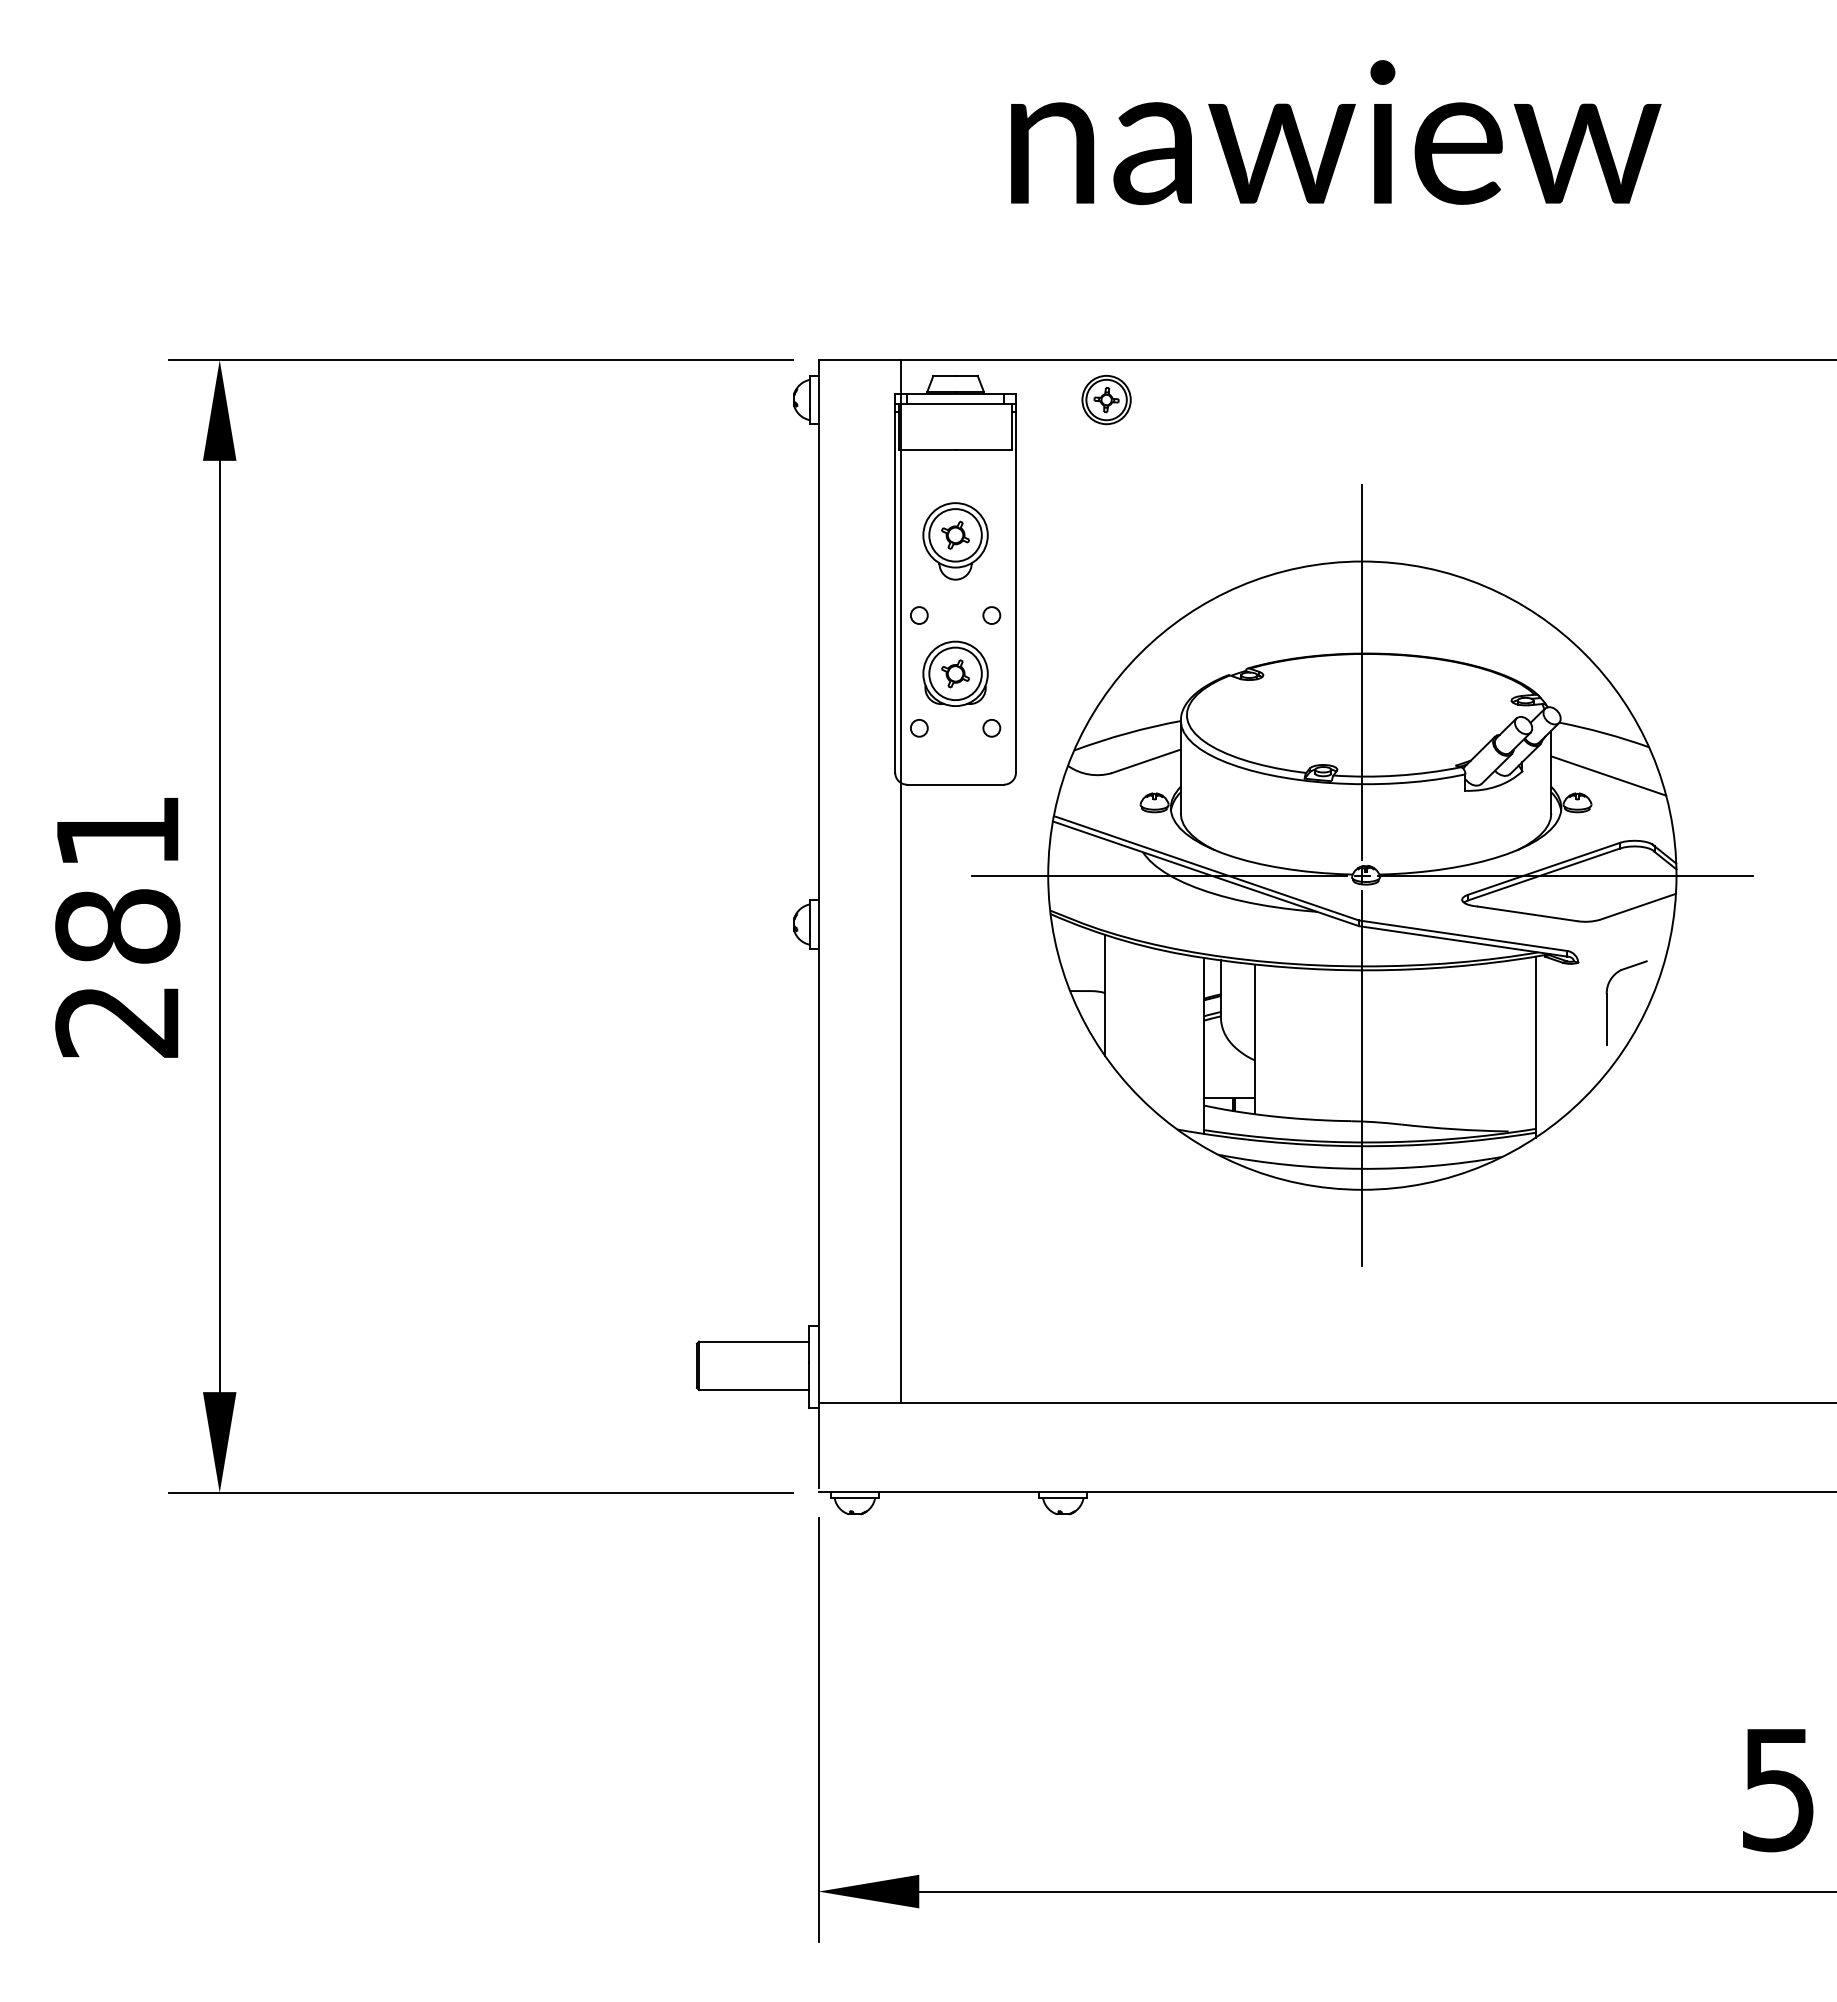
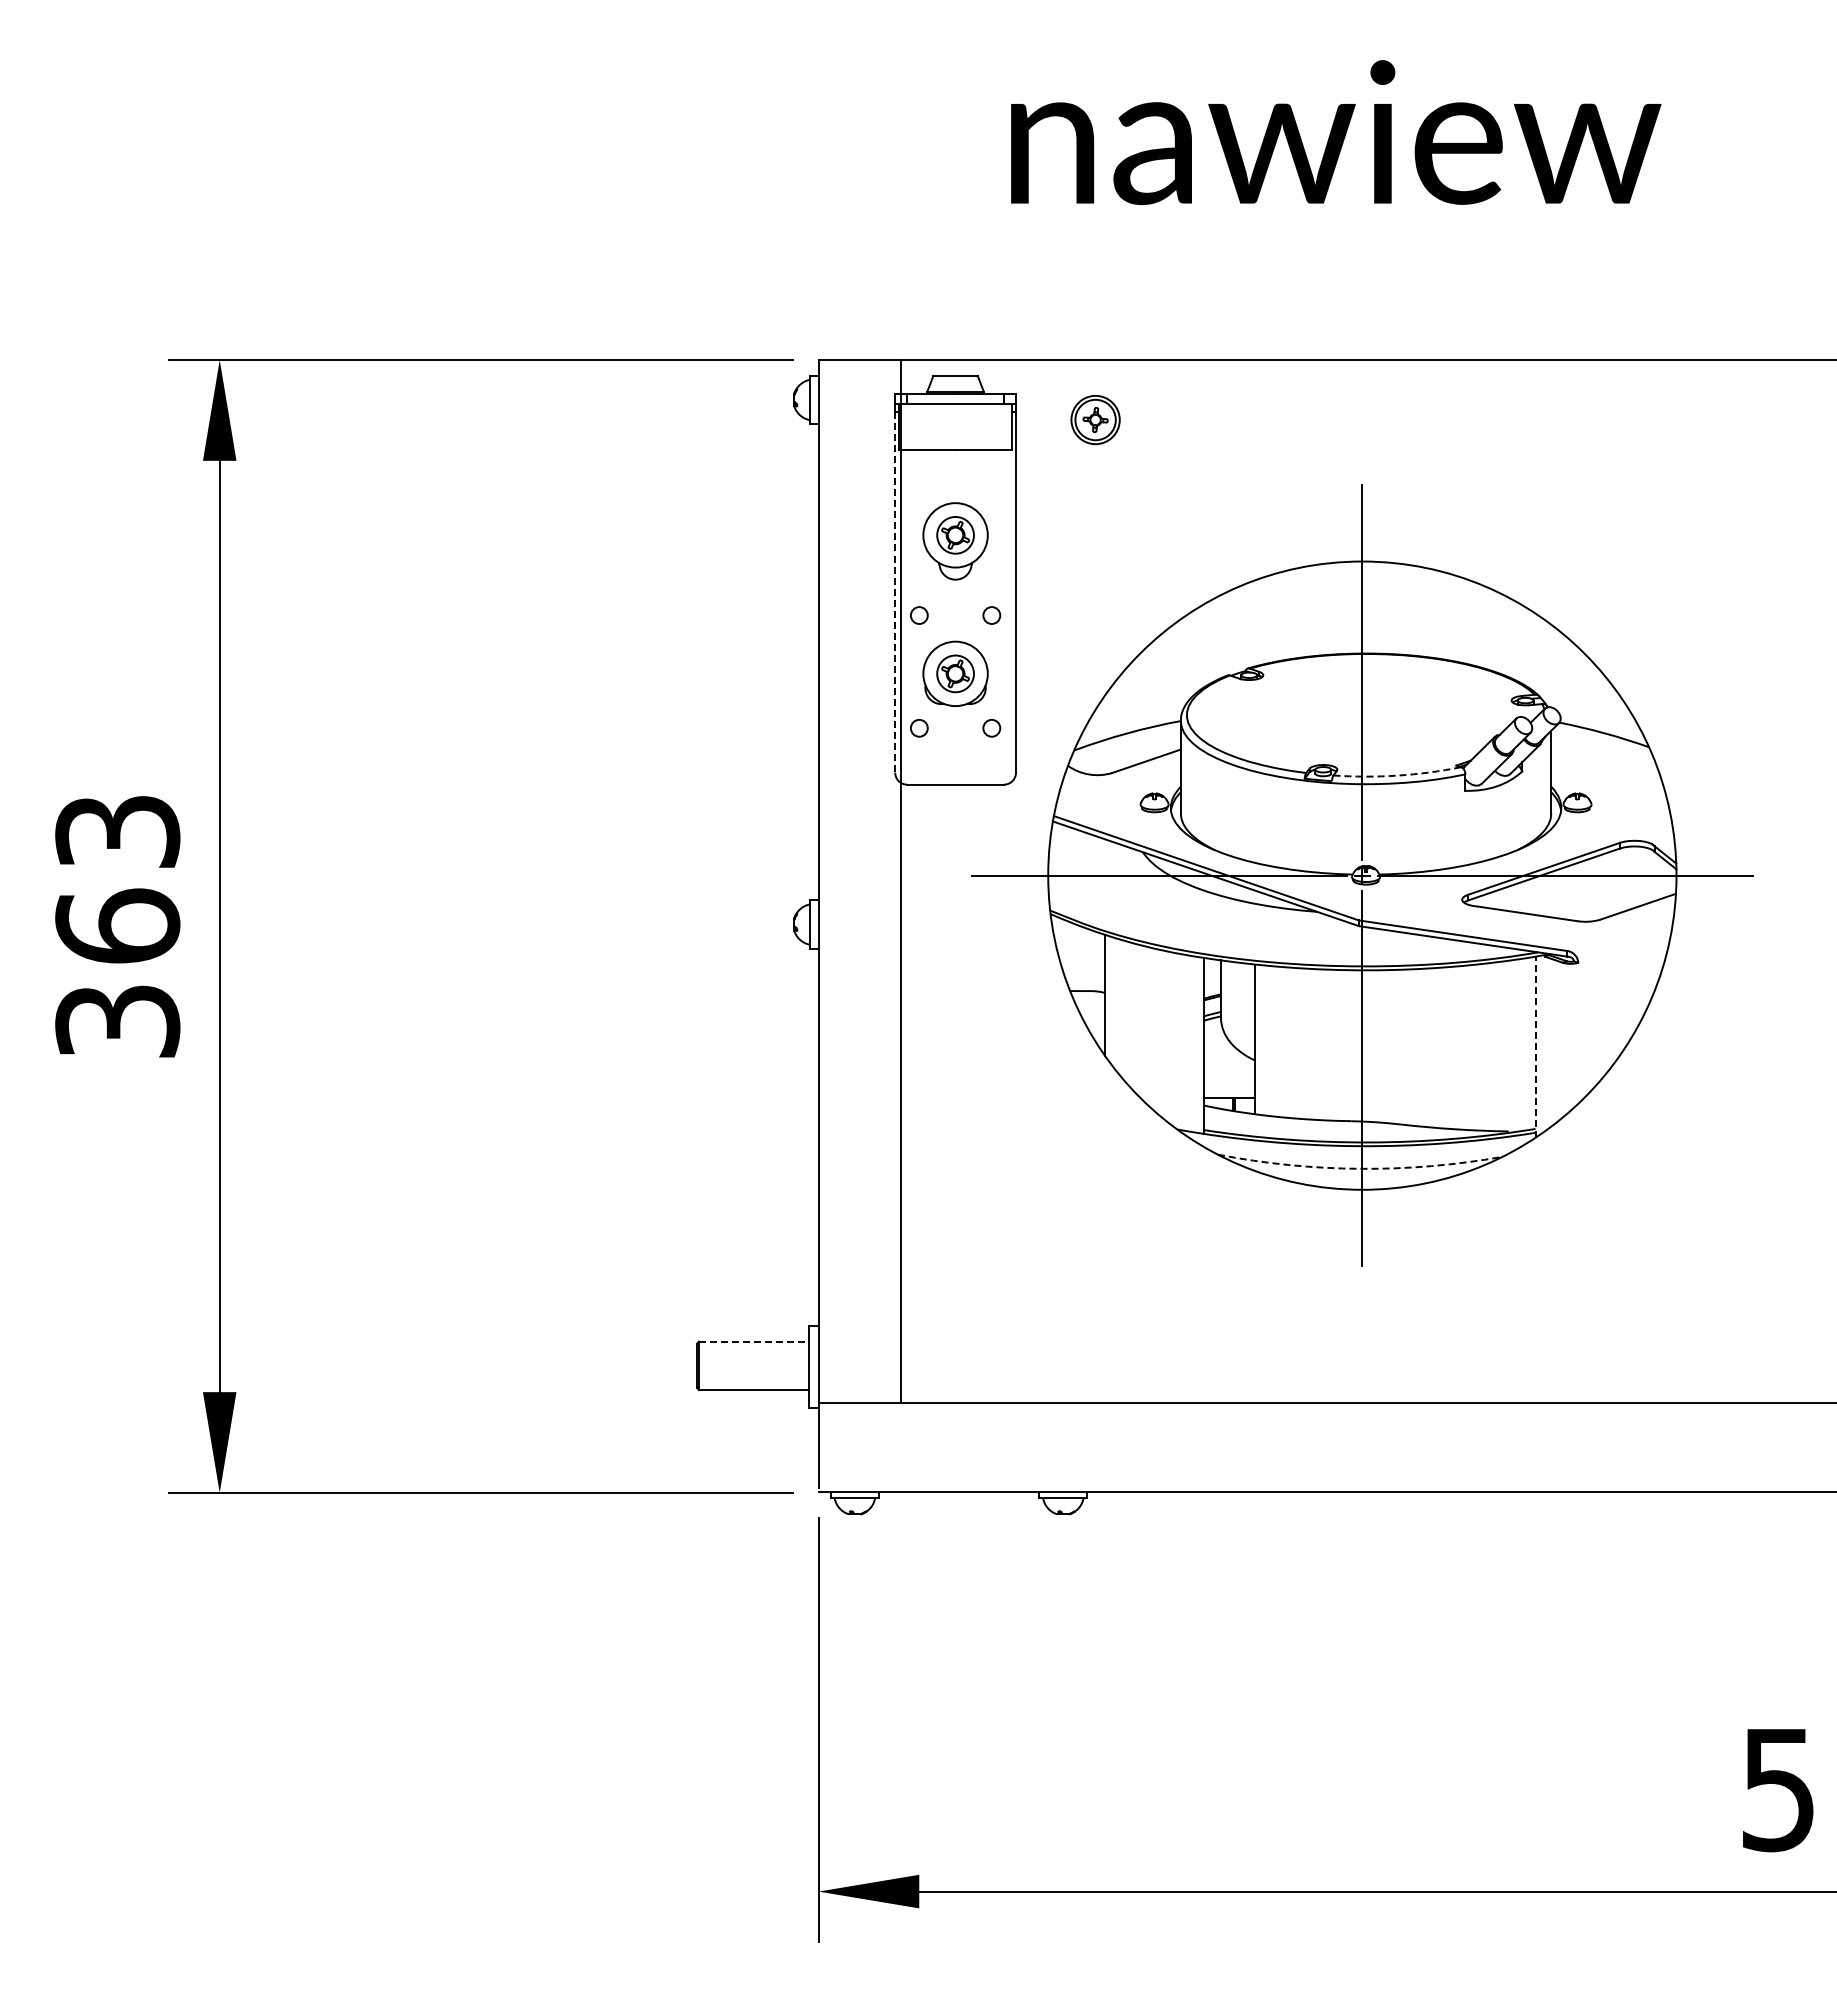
part at (1106, 400) position: (1106, 400) -> (1095, 420)
circle at (955, 535) diameter: 53 px -> 37 px
line at (895, 592): solid -> dashed
circle at (955, 673) diameter: 53 px -> 37 px
arc at (1397, 775): solid -> dashed
line at (1608, 775): present -> none
text at (117, 926): 281 -> 363
part at (1607, 1002): present -> none
line at (1535, 1047): solid -> dashed
arc at (1360, 1168): solid -> dashed
line at (753, 1341): solid -> dashed
